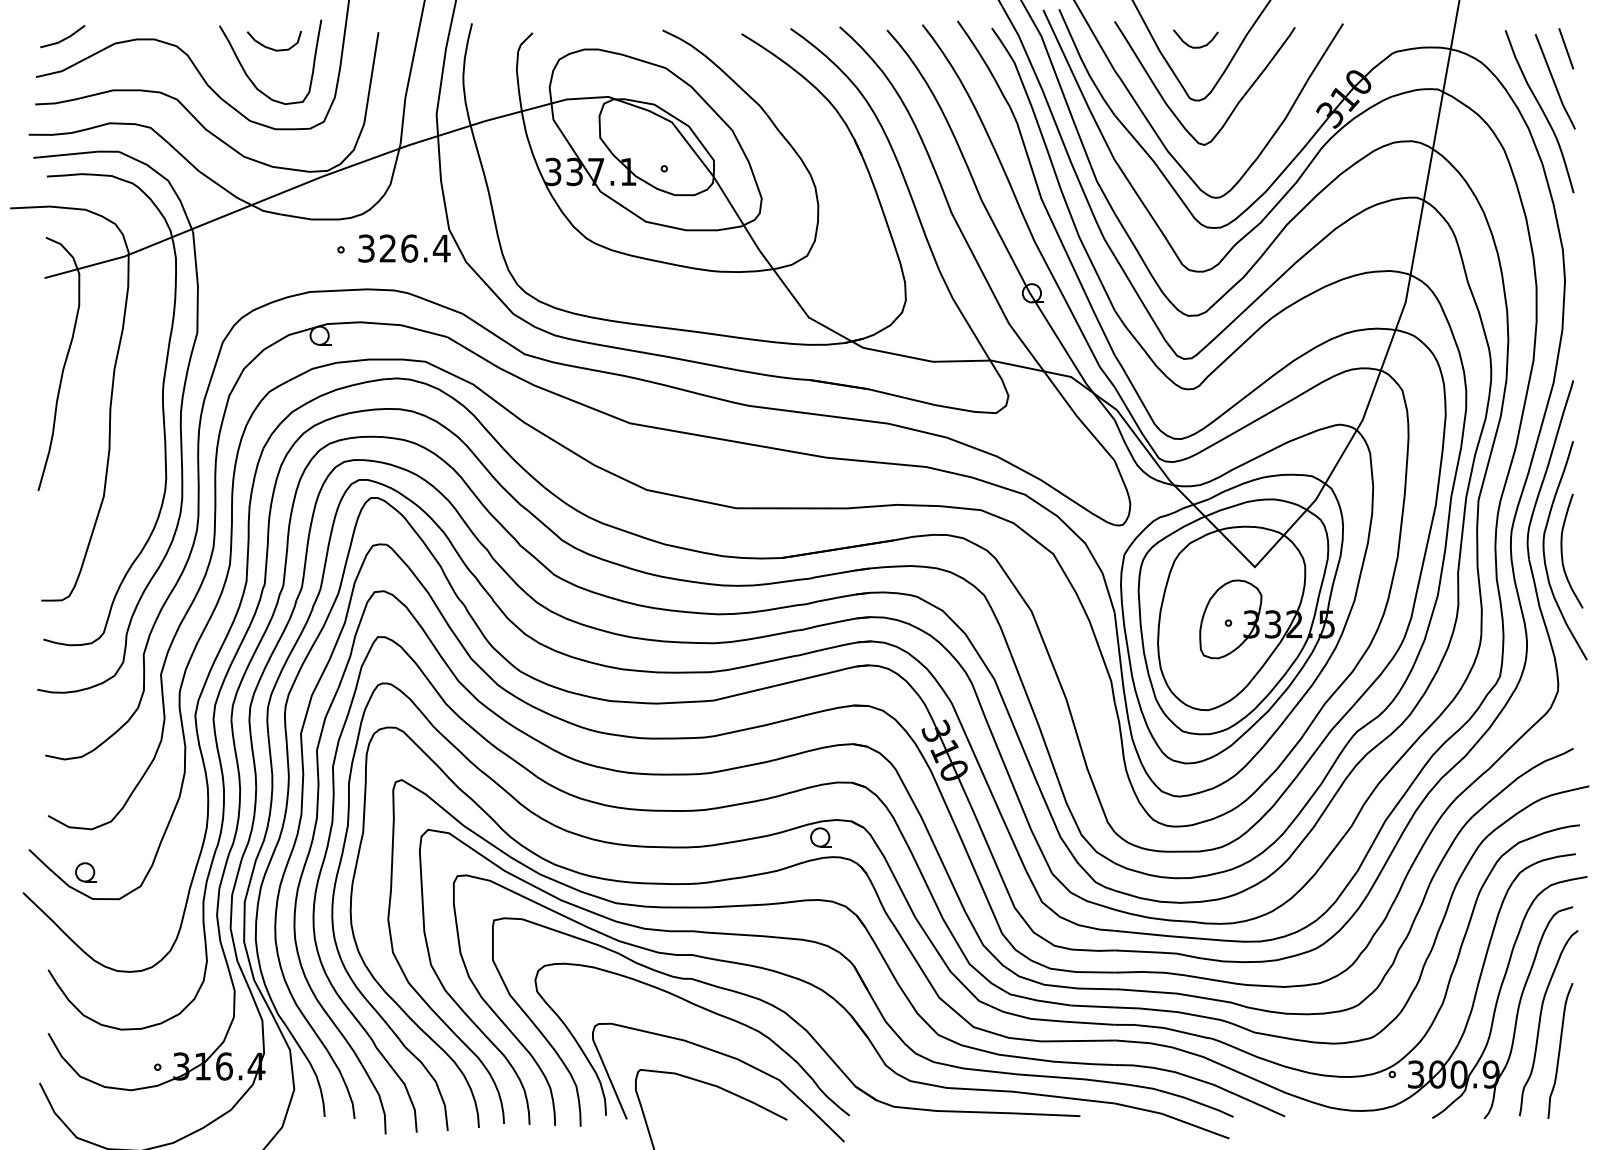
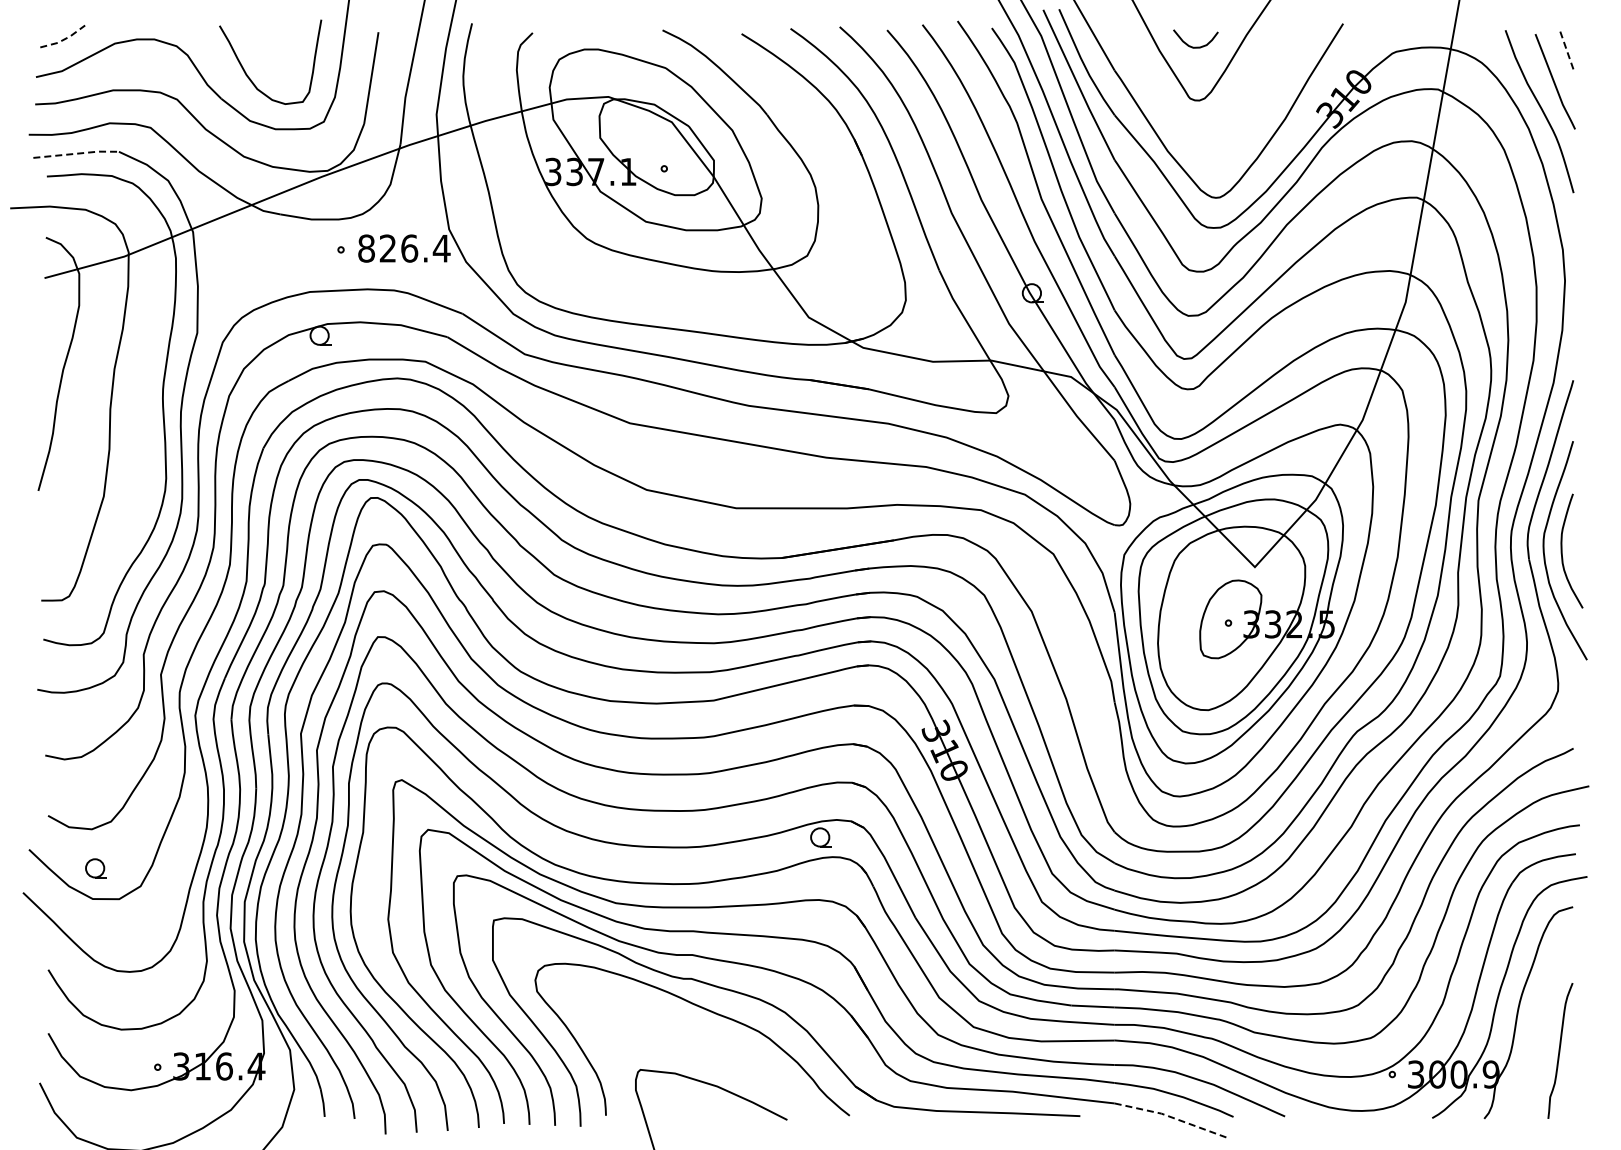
line at (64, 39): solid -> dashed
curve at (270, 47): present -> none
line at (1566, 48): solid -> dashed
curve at (1235, 105): present -> none
line at (76, 153): solid -> dashed
text at (366, 248): 326.4 -> 826.4
part at (85, 872) position: (85, 872) -> (95, 868)
curve at (1540, 1023): present -> none
curve at (726, 1056): present -> none
line at (1172, 1117): solid -> dashed
